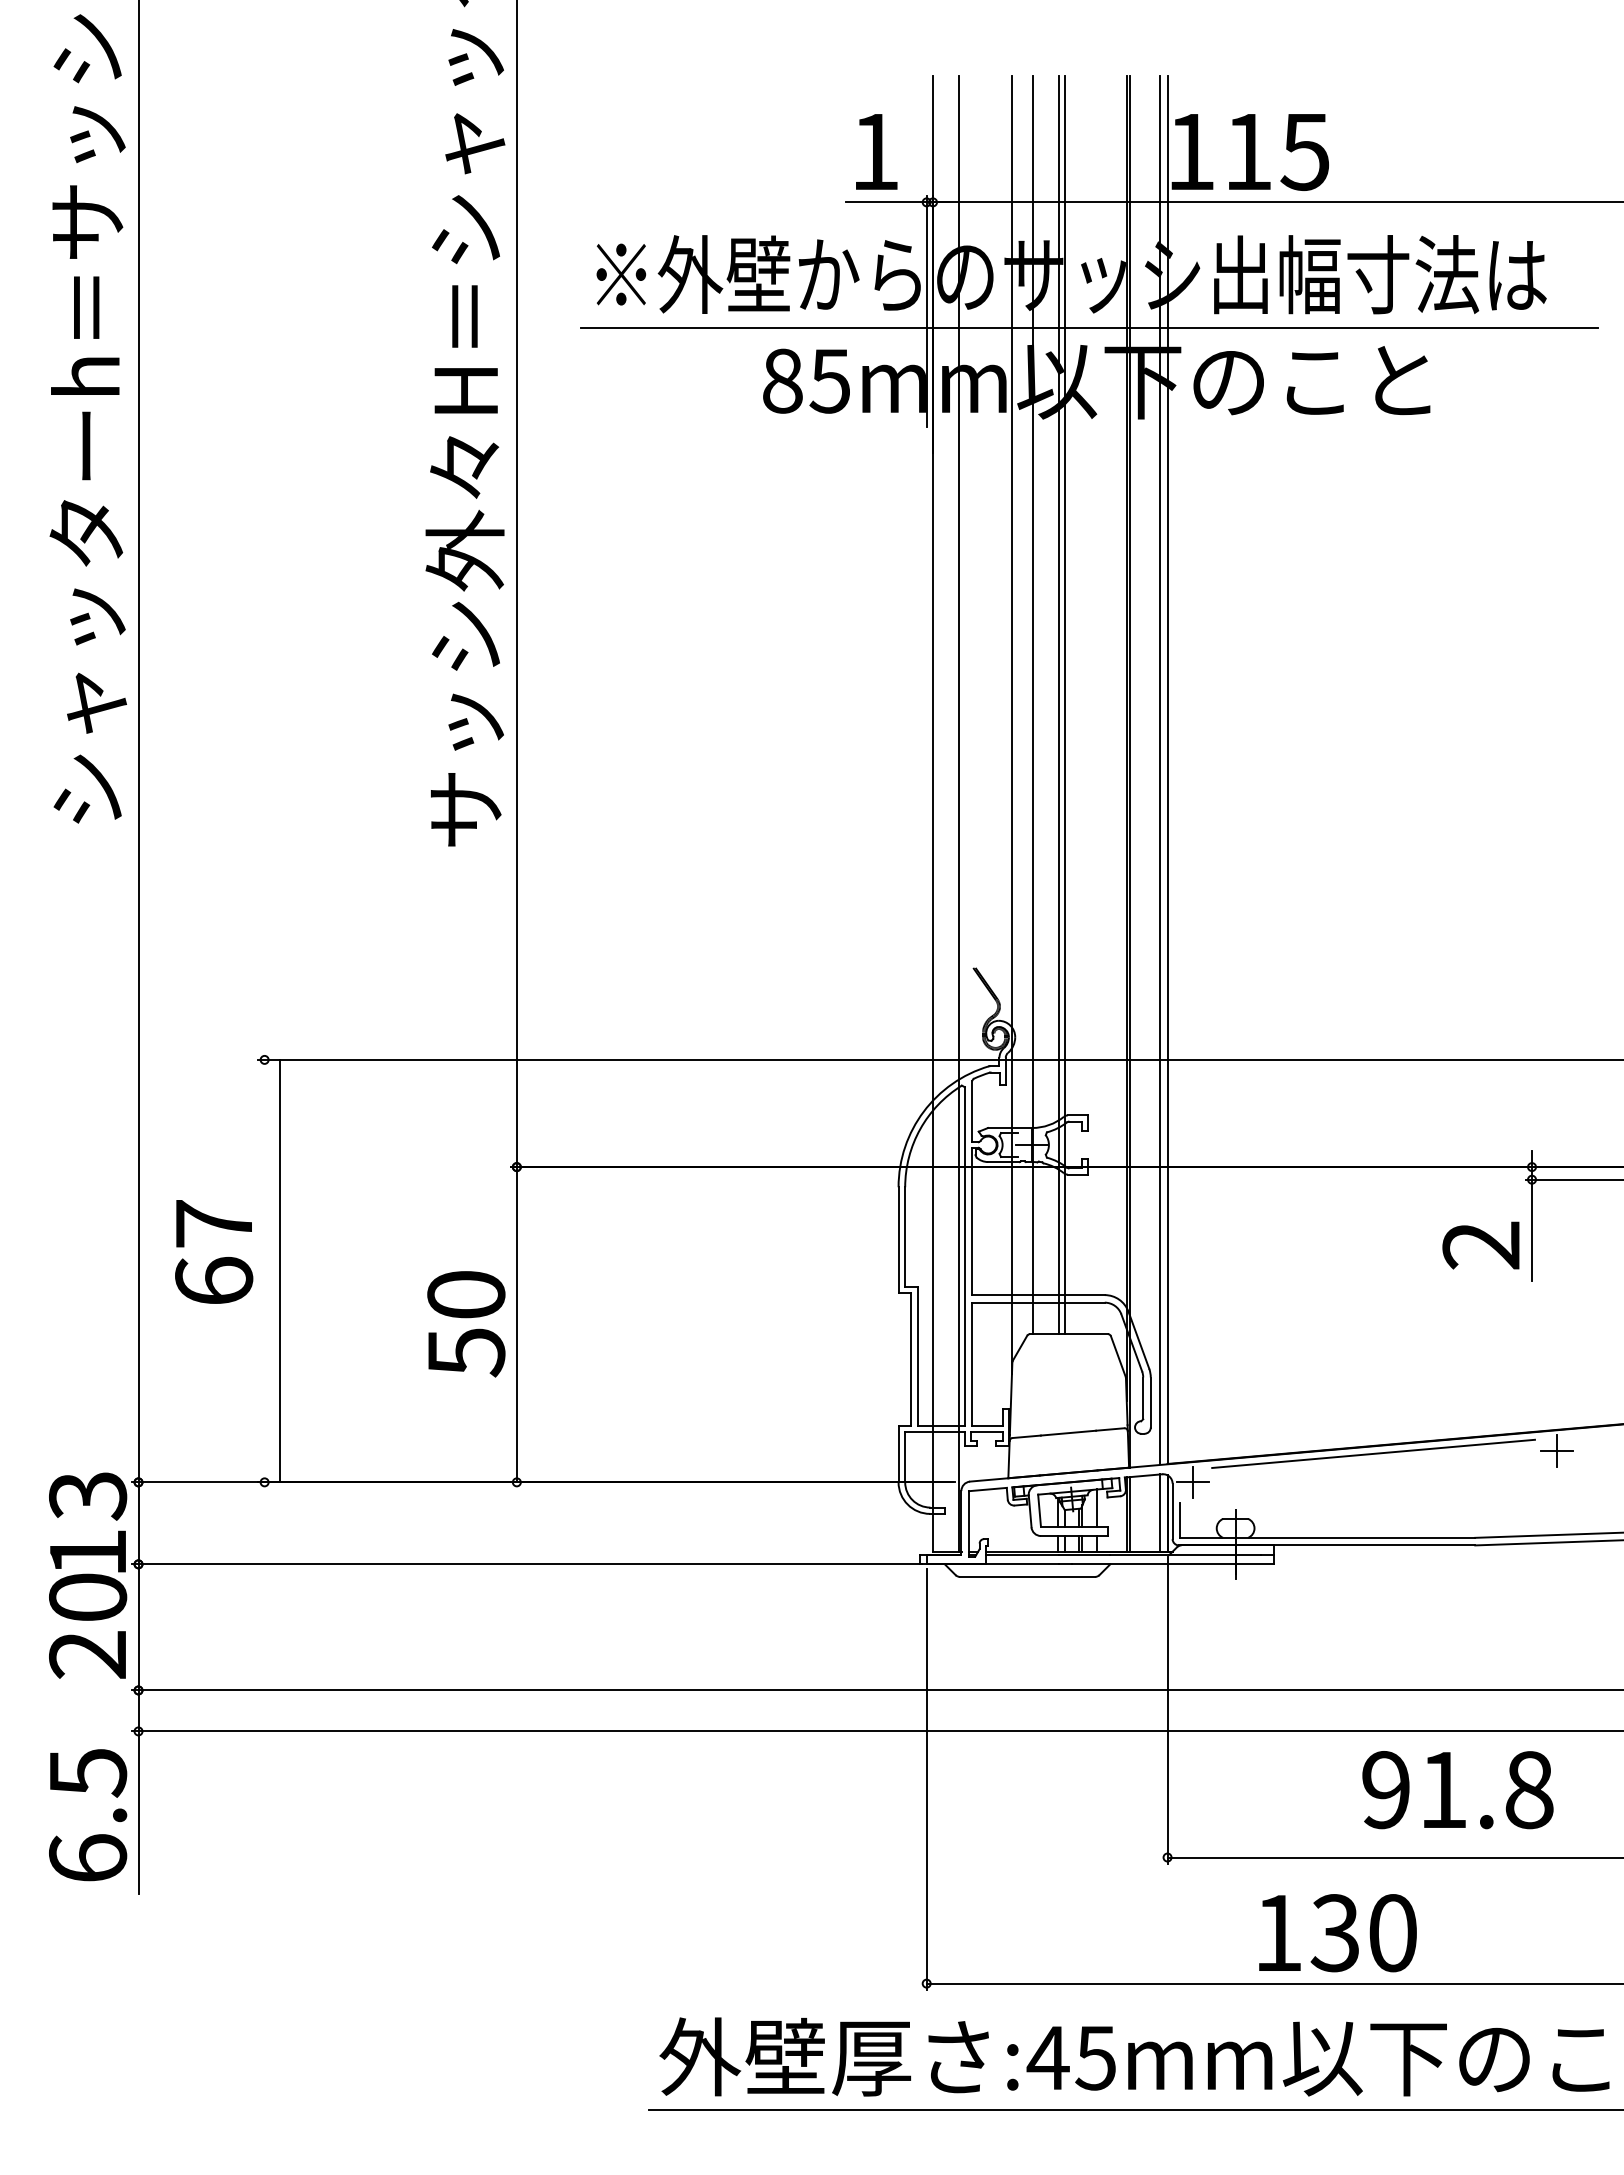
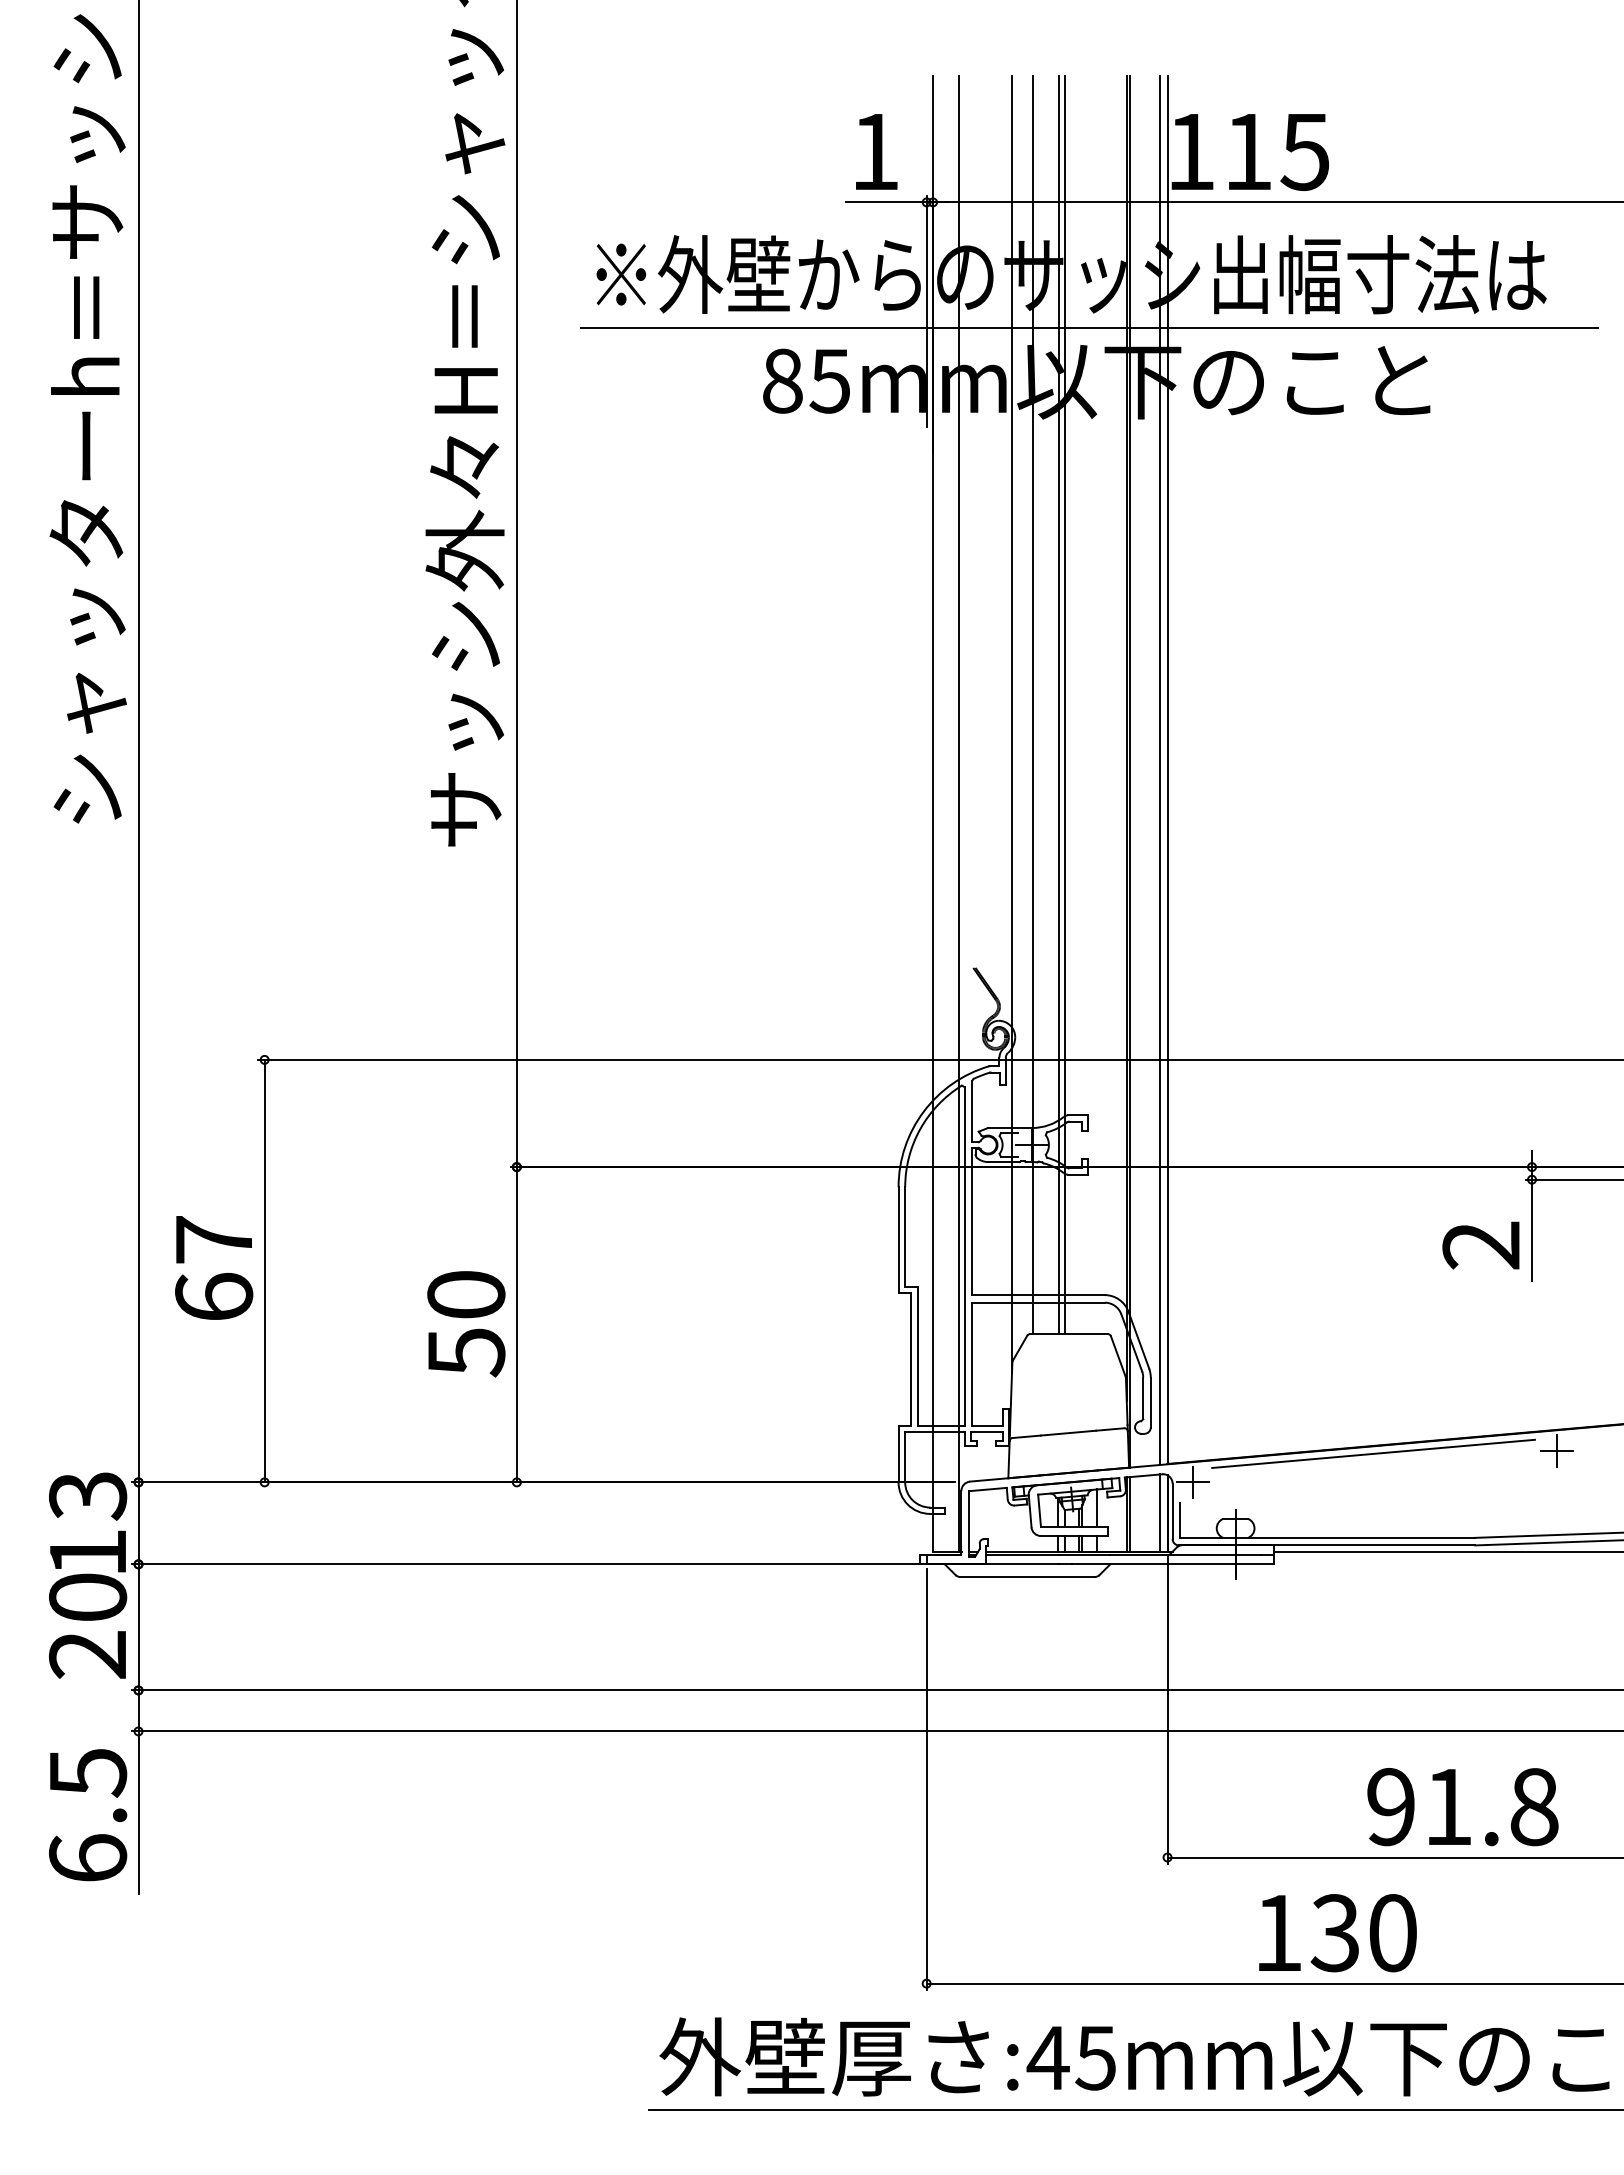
text at (214, 1251) position: (214, 1251) -> (214, 1267)
line at (279, 1270) position: (279, 1270) -> (264, 1270)
line at (1446, 1551): none -> present
text at (1457, 1790) position: (1457, 1790) -> (1462, 1807)
